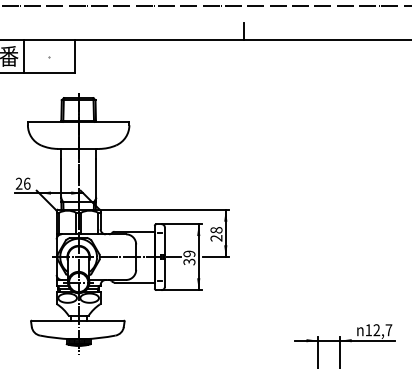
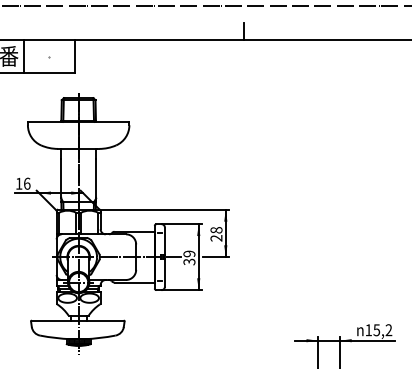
text at (18, 183): 26 -> 16
text at (382, 330): 12,7 -> 15,2
